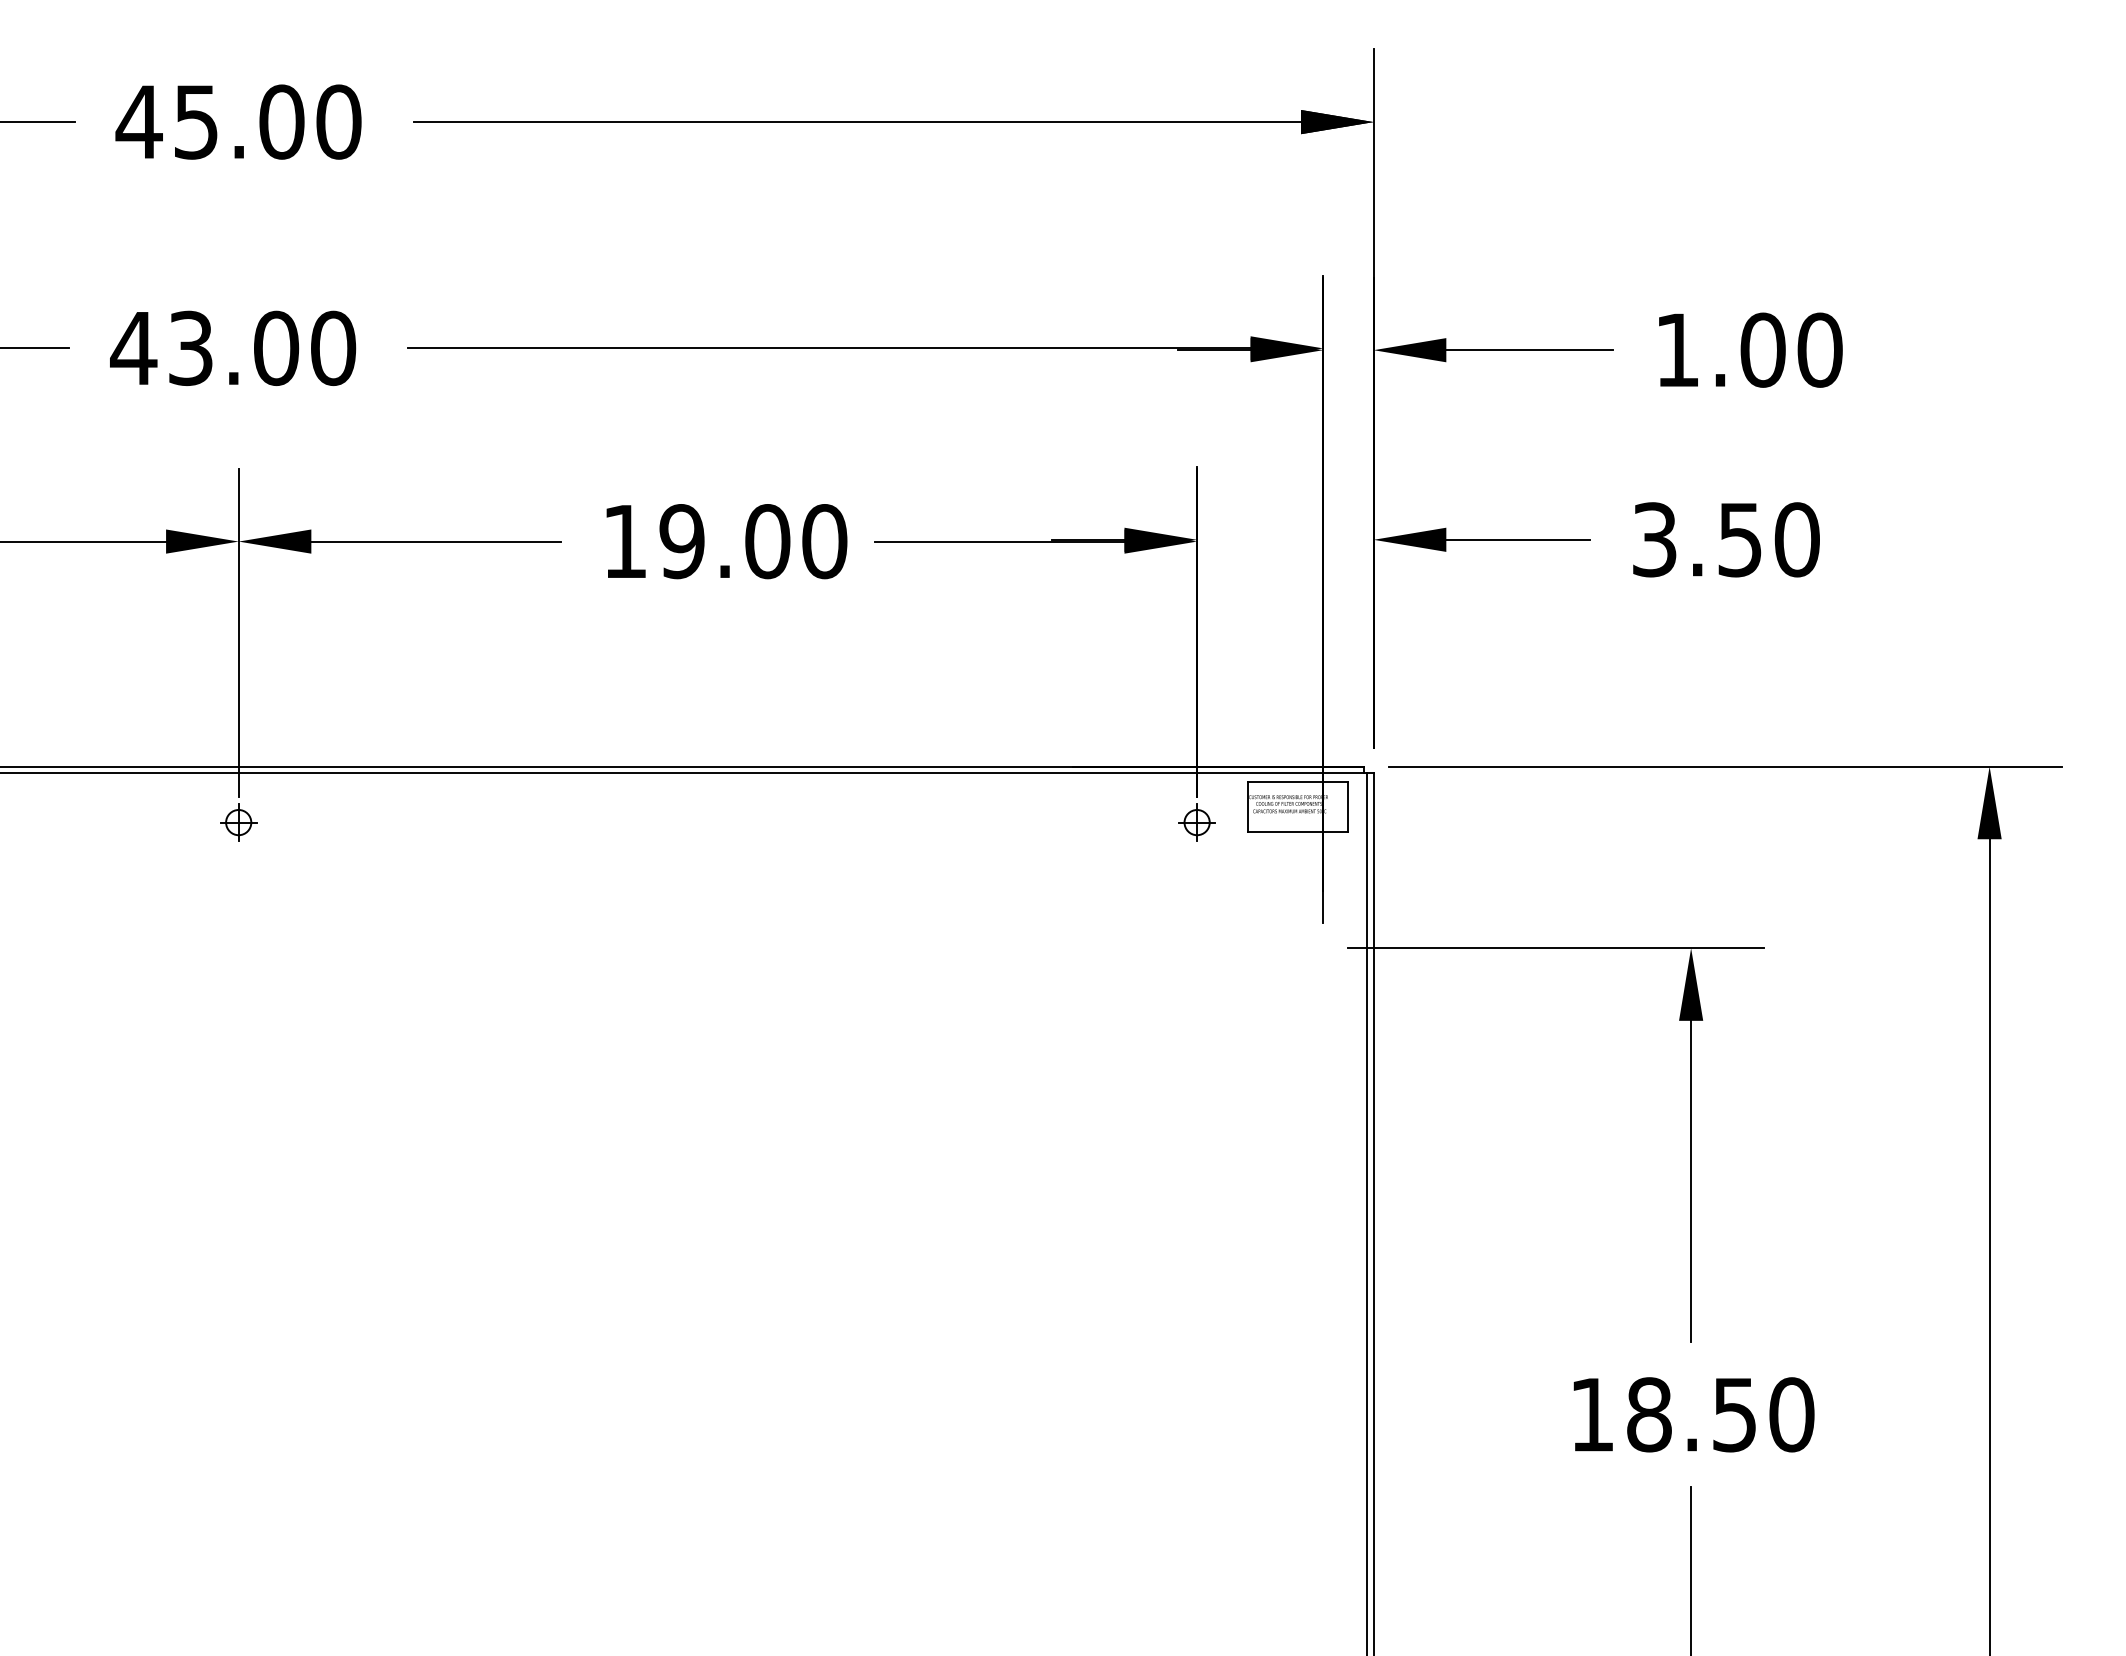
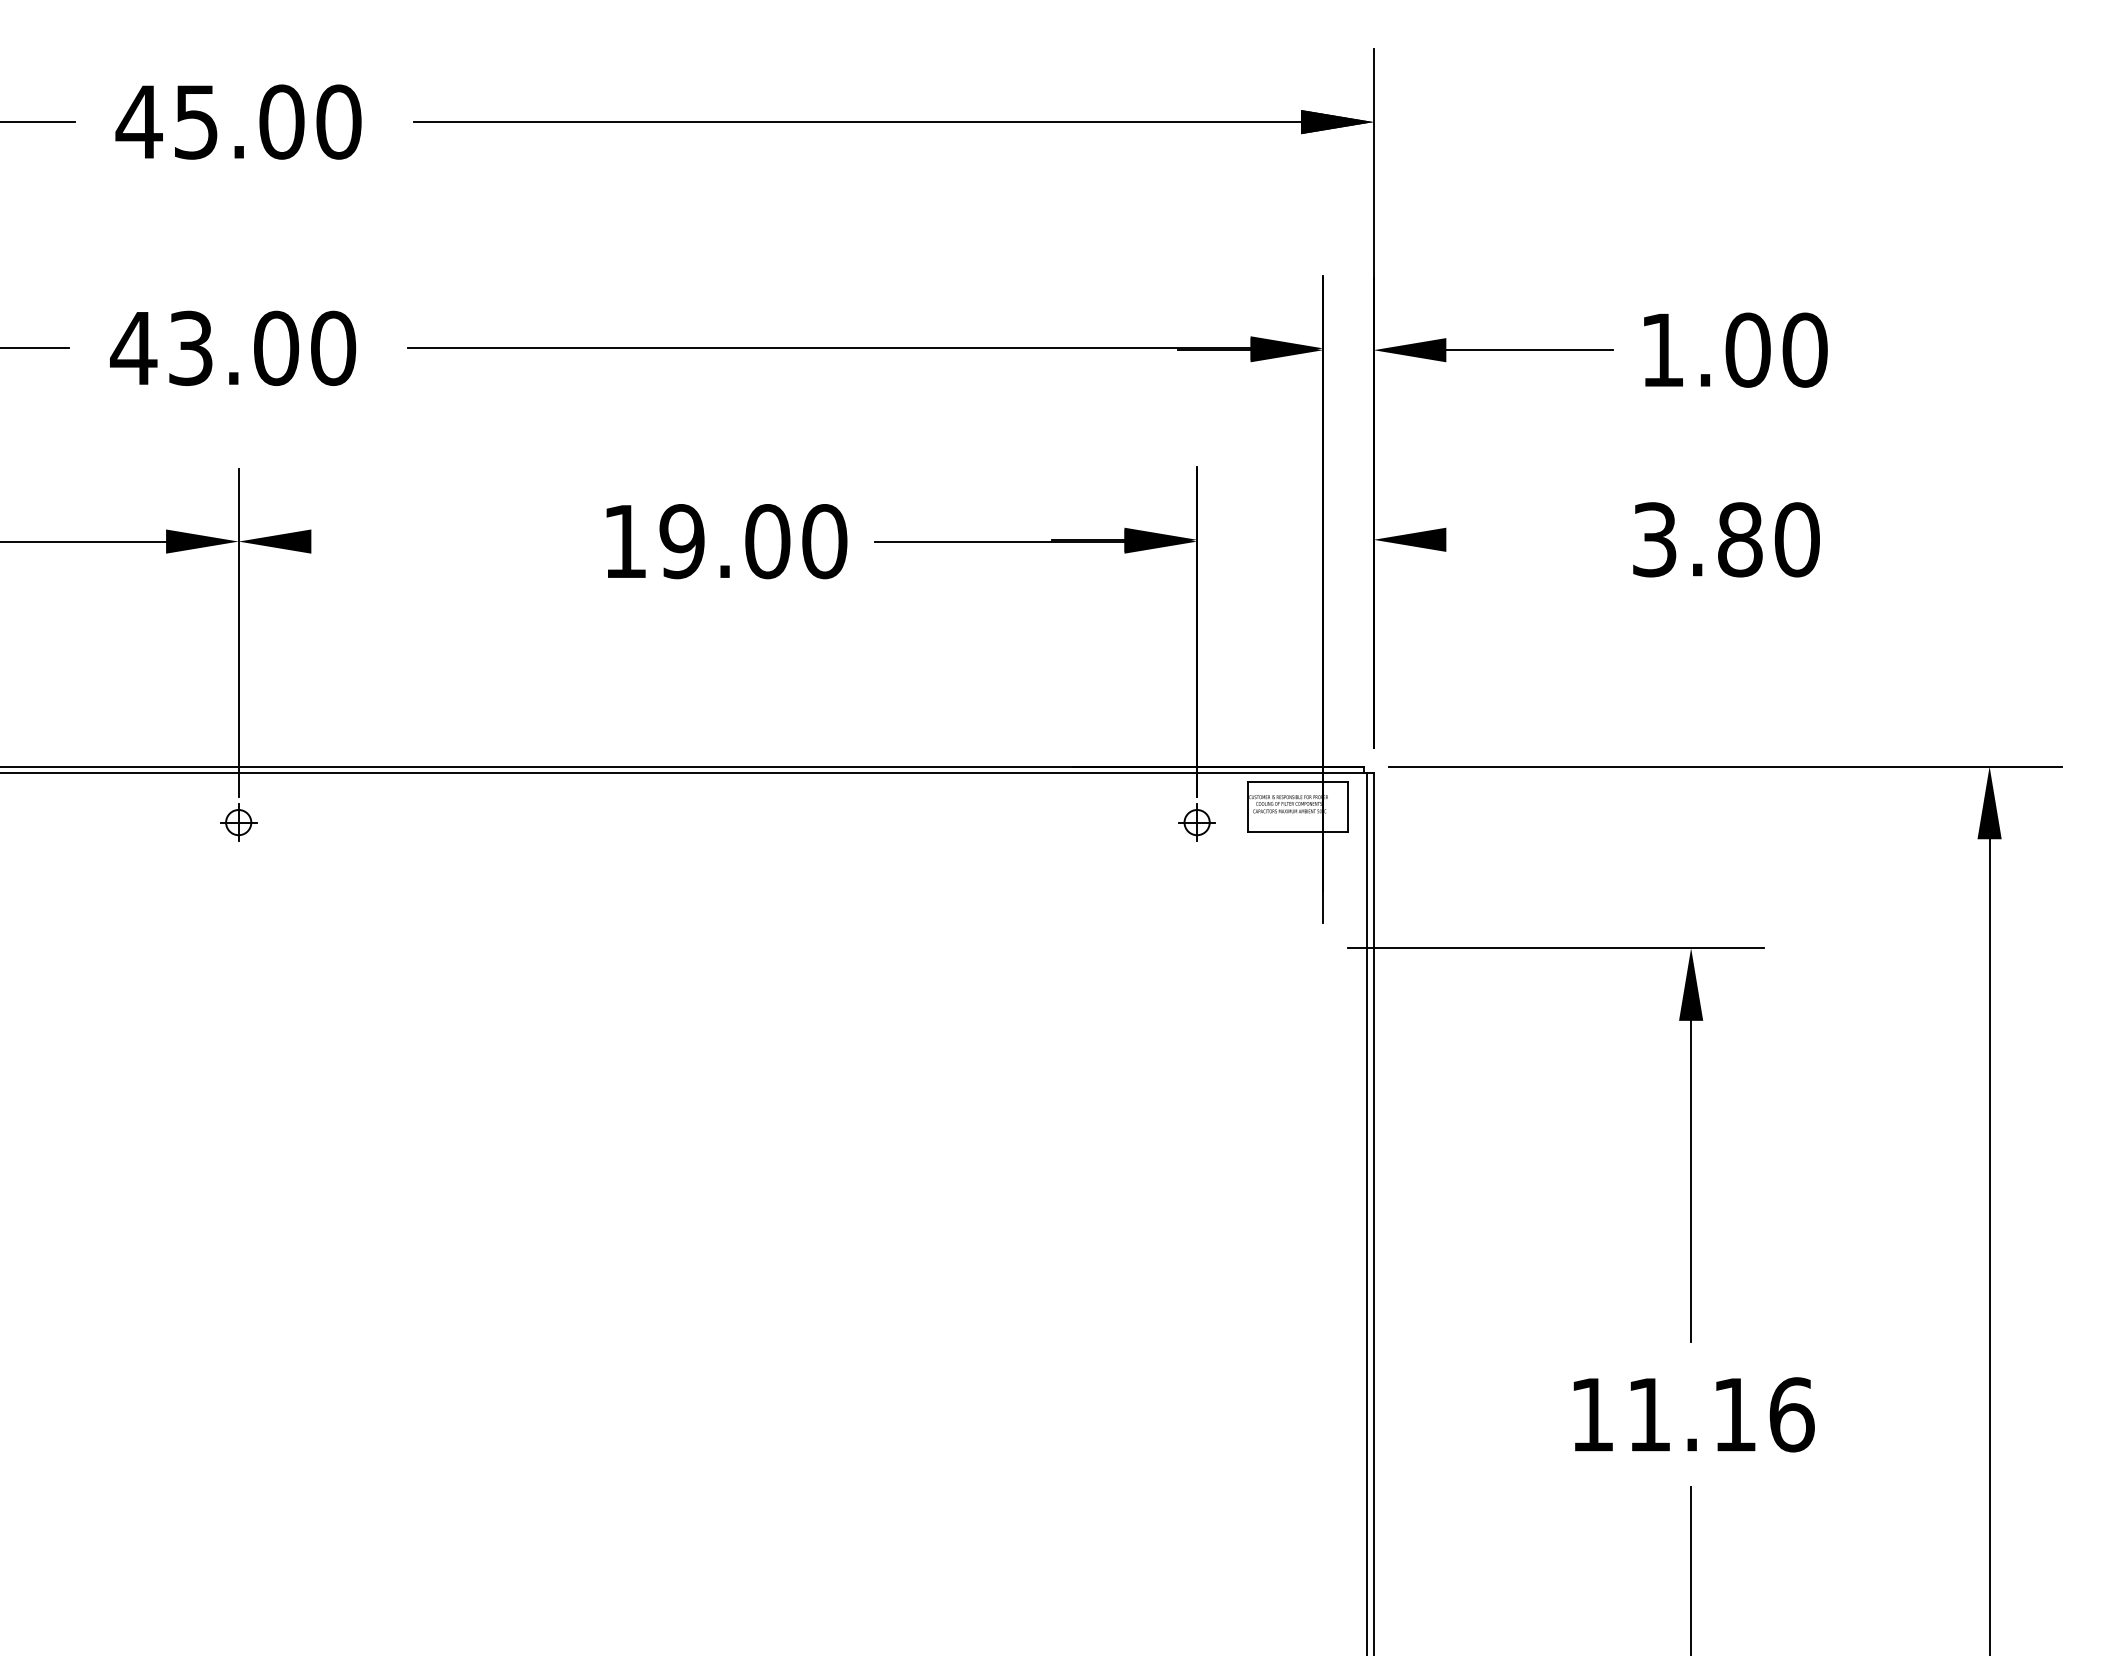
text at (1750, 349) position: (1750, 349) -> (1735, 349)
line at (1518, 539): present -> none
text at (1740, 539): 3.50 -> 3.80
line at (435, 541): present -> none
text at (1720, 1414): 18.50 -> 11.16
